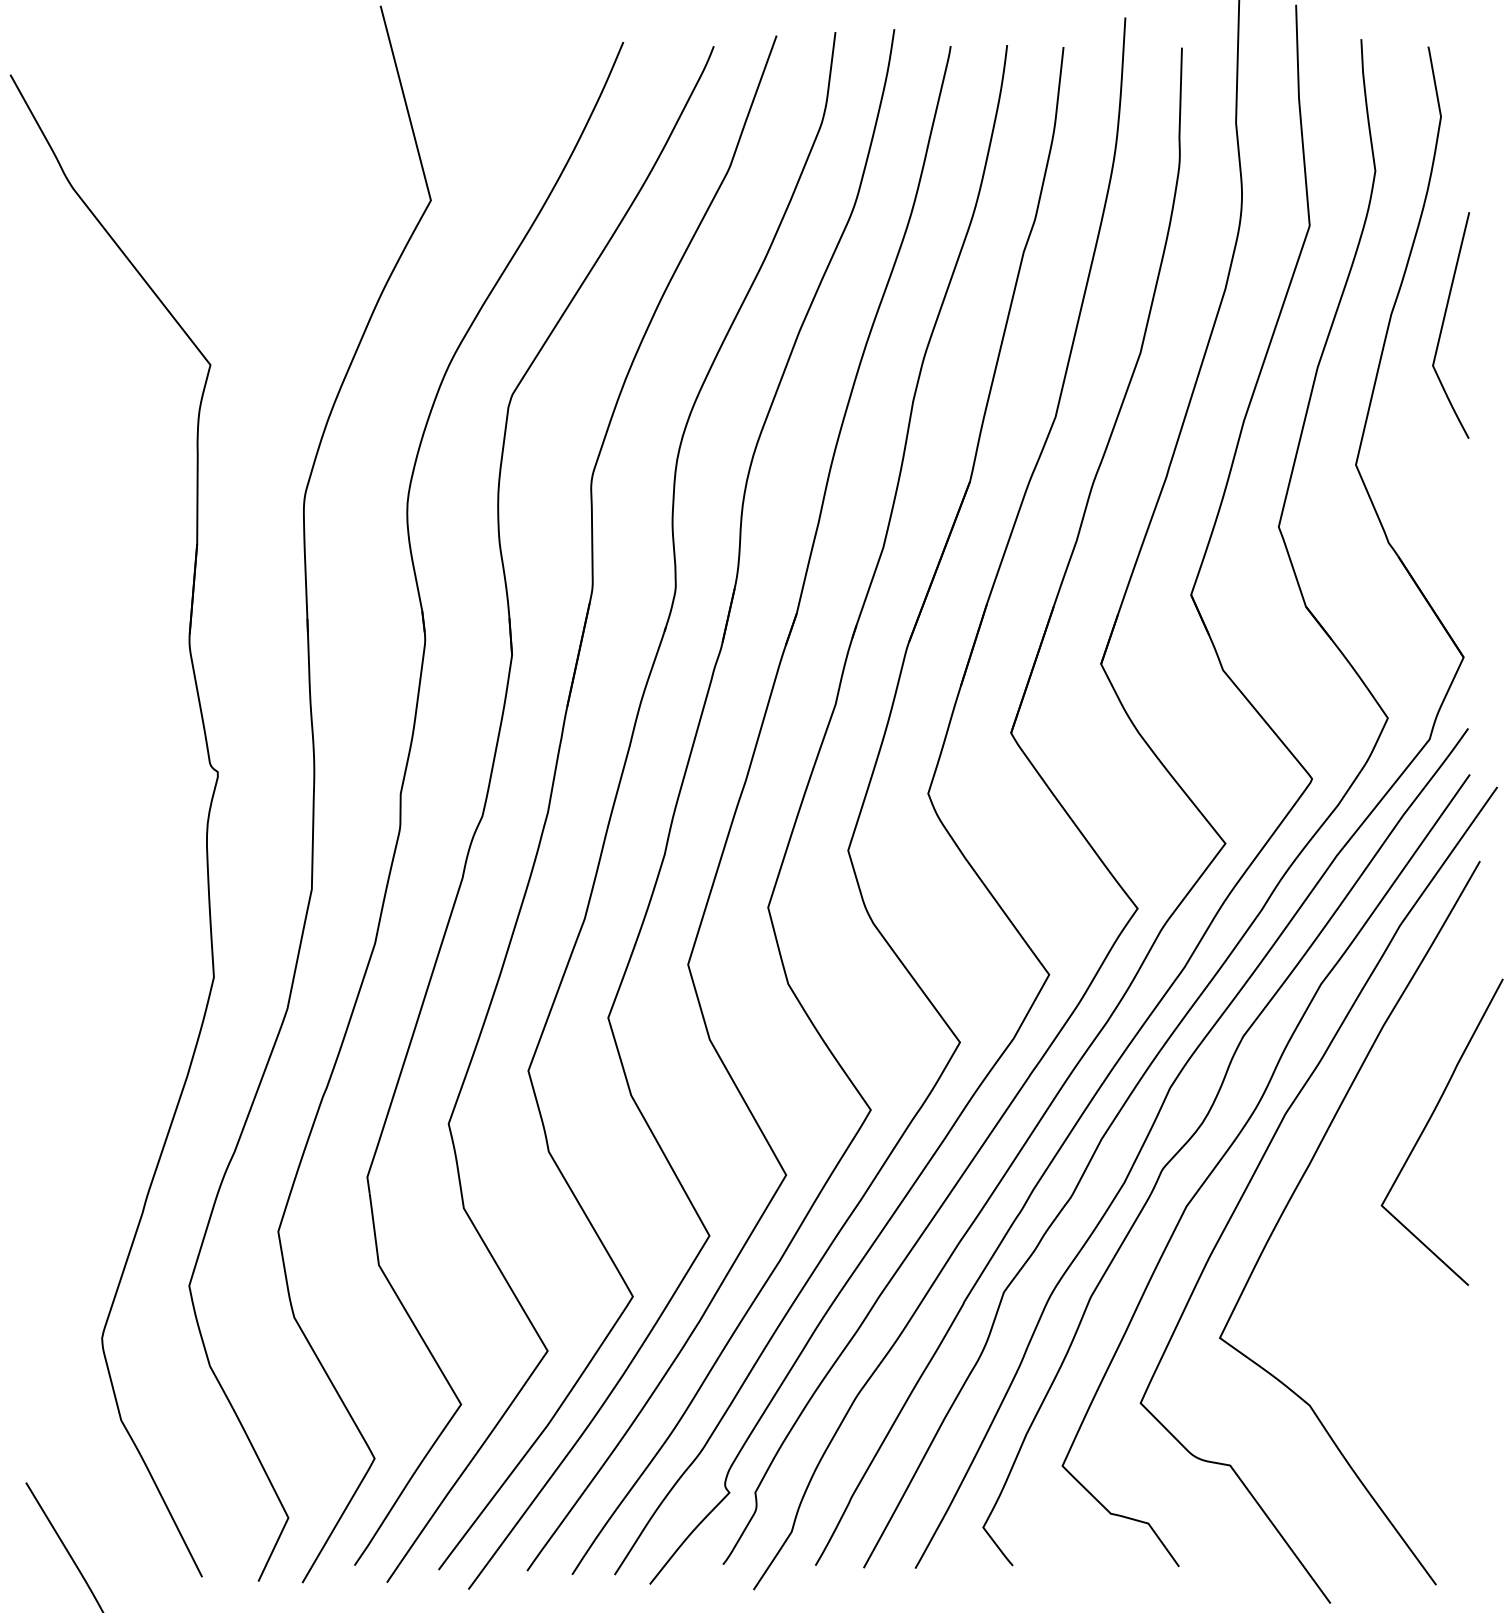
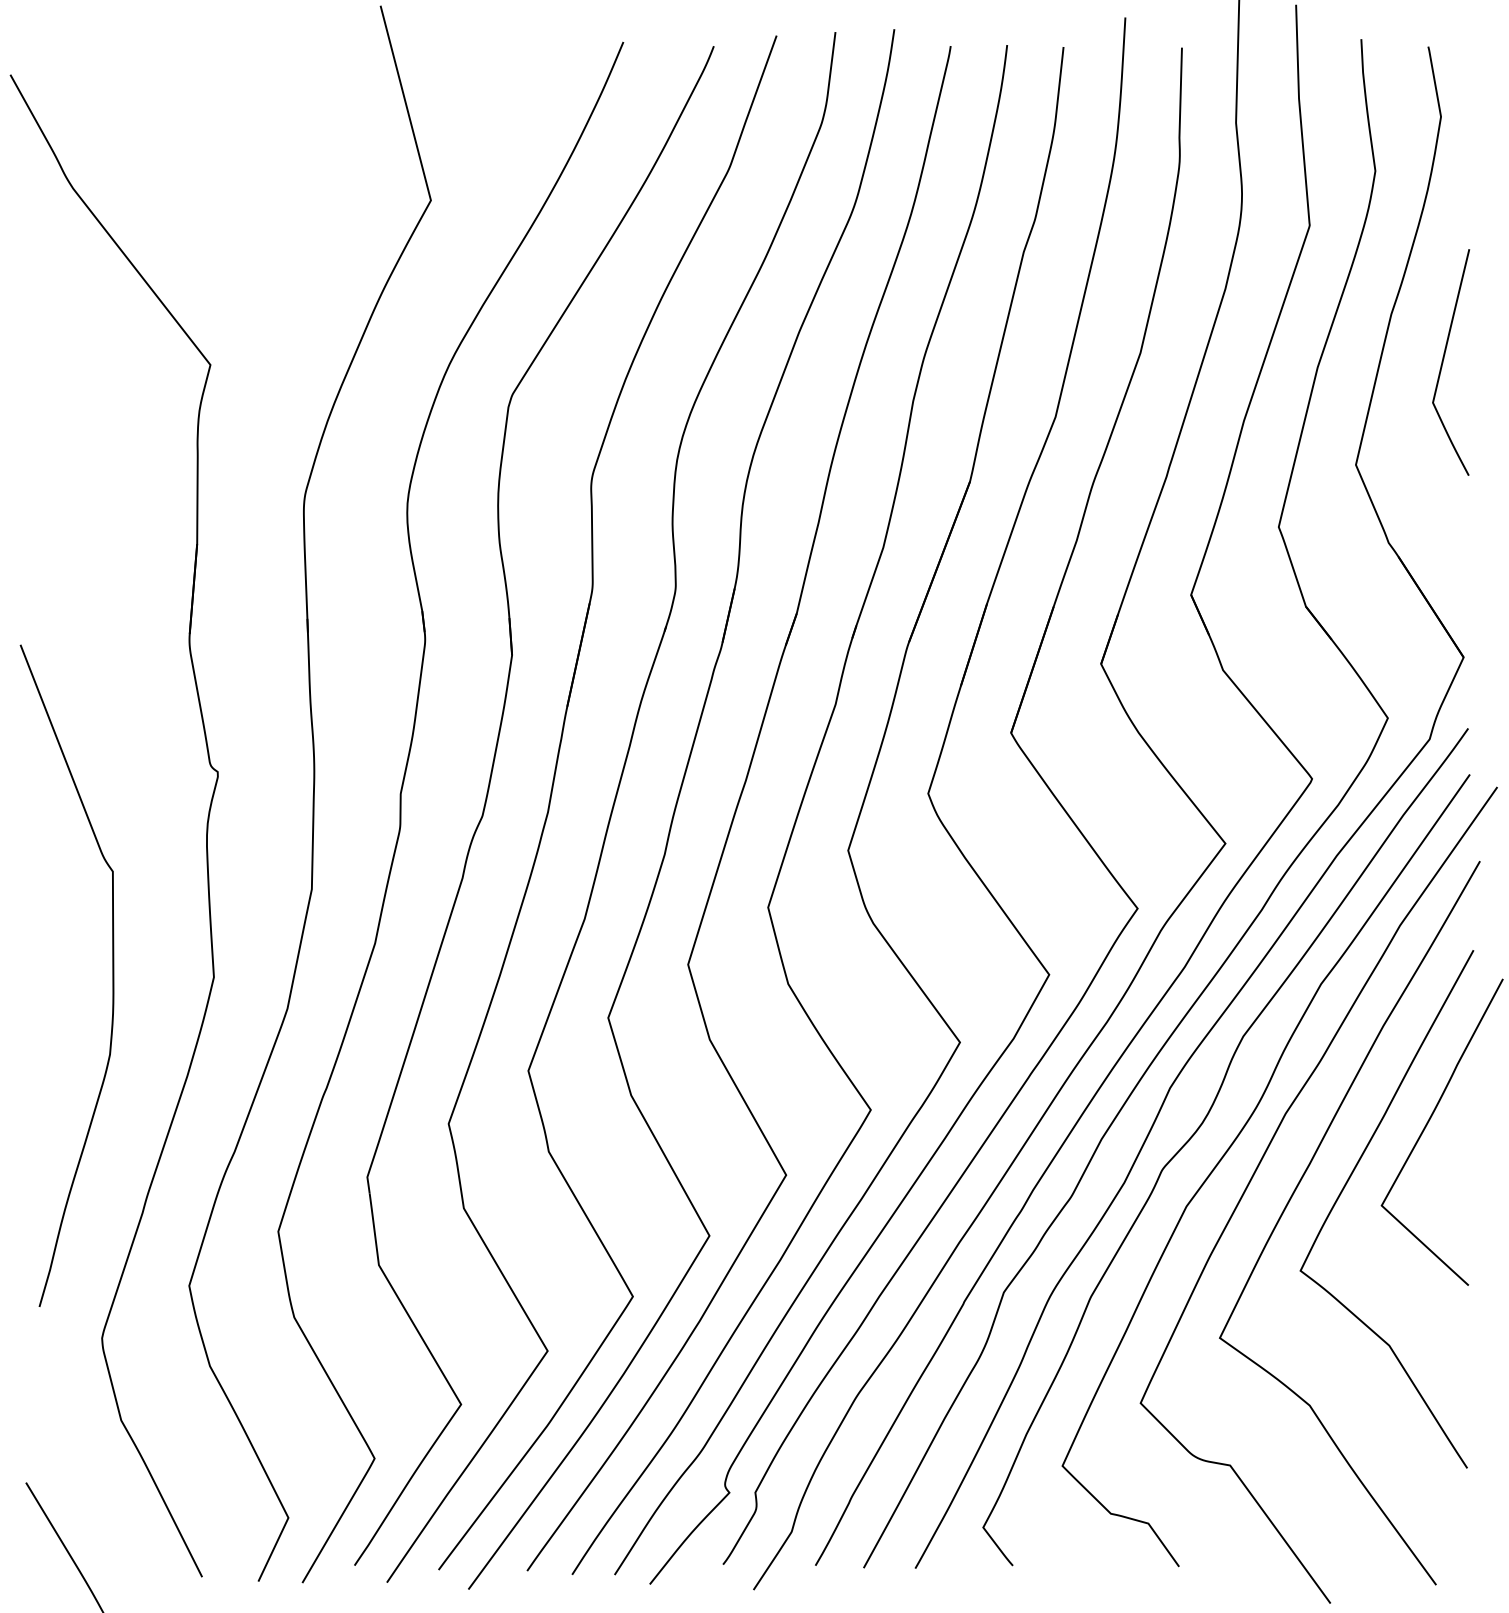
curve at (1444, 322) position: (1444, 322) -> (1444, 359)
curve at (112, 975): none -> present
curve at (1345, 1187): none -> present
